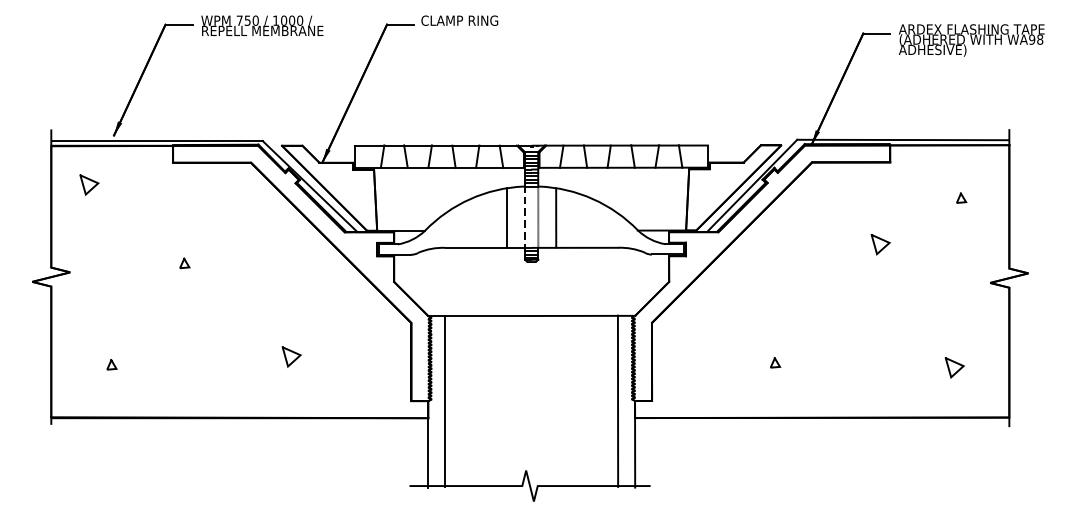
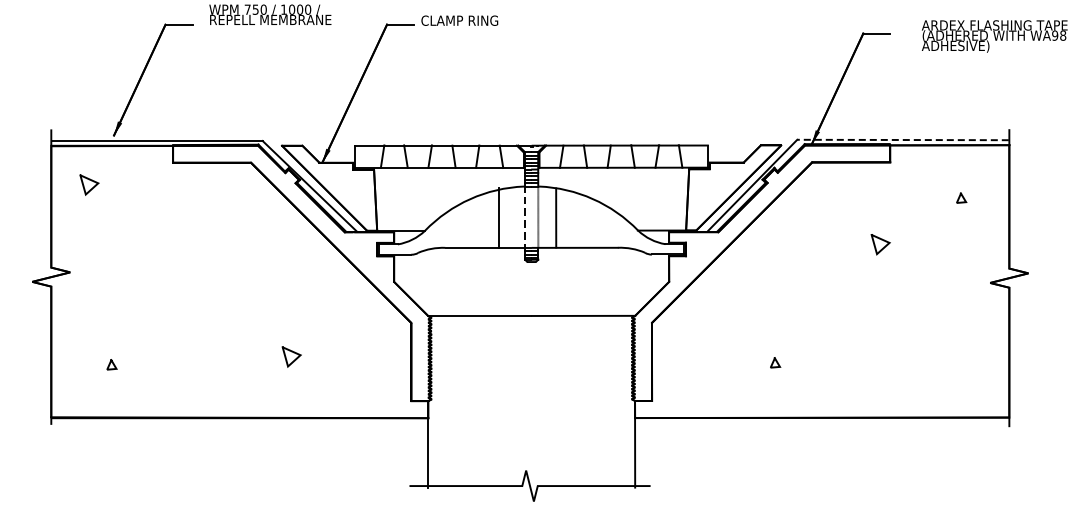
text at (262, 25) position: (262, 25) -> (270, 14)
text at (971, 40) position: (971, 40) -> (994, 36)
line at (903, 140): solid -> dashed
line at (507, 217) position: (507, 217) -> (499, 217)
line at (183, 263): present -> none
line at (955, 363): present -> none
line at (617, 400): present -> none
line at (445, 401): present -> none
